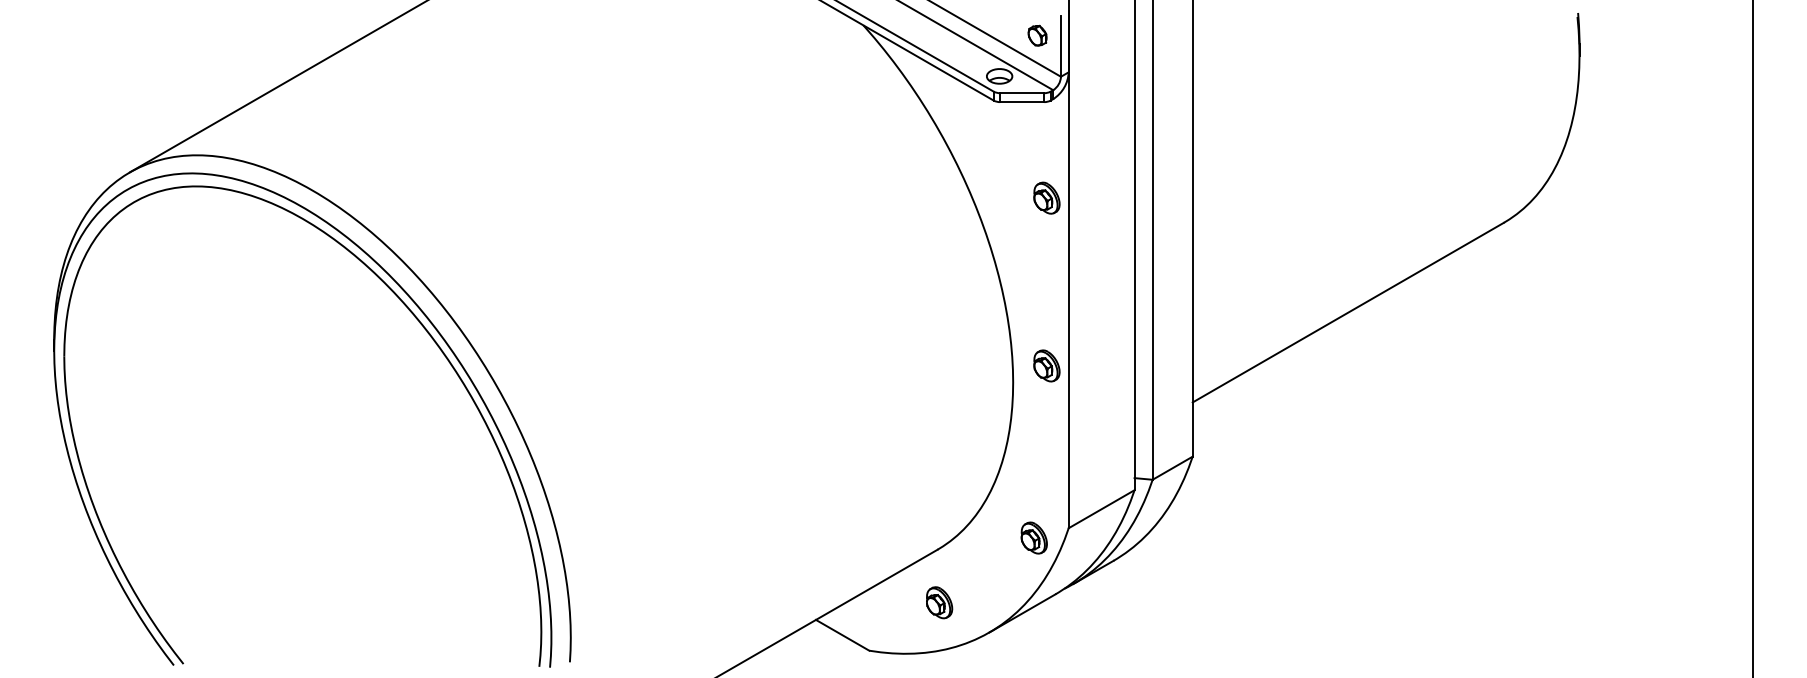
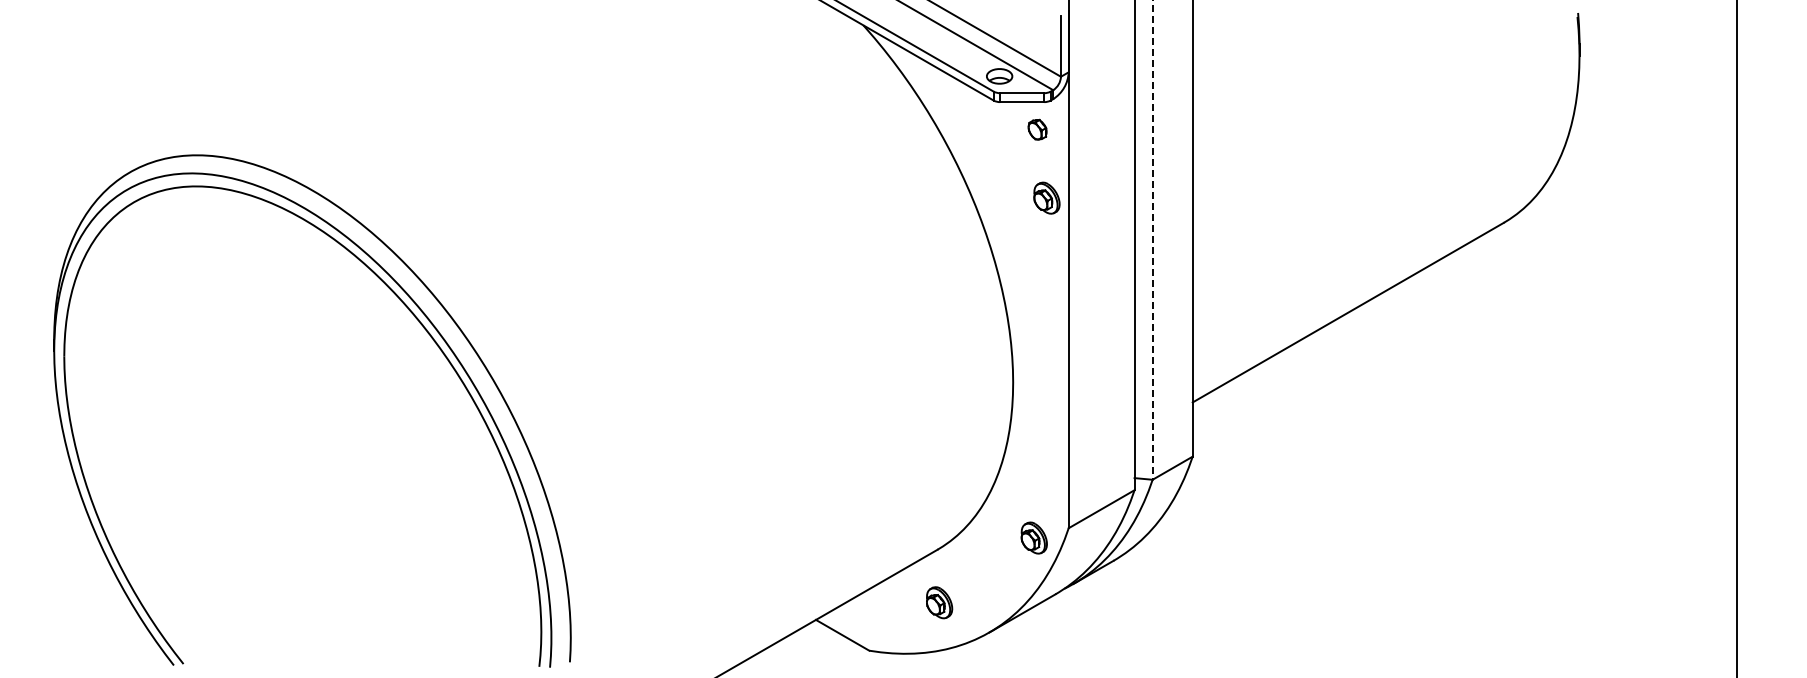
part at (1037, 35) position: (1037, 35) -> (1037, 129)
line at (276, 87): present -> none
line at (1152, 239): solid -> dashed
line at (1752, 338) position: (1752, 338) -> (1736, 338)
part at (1046, 365): present -> none
